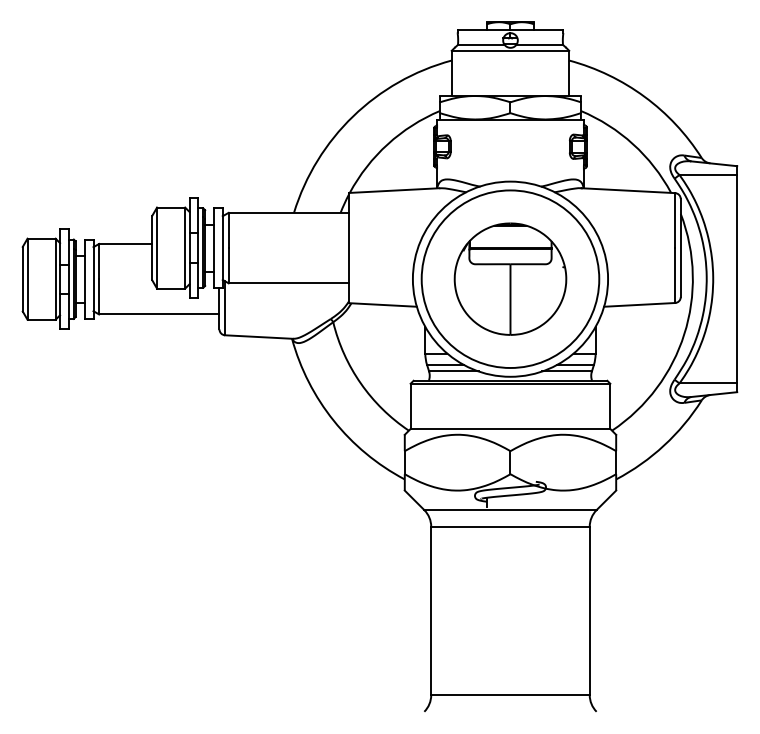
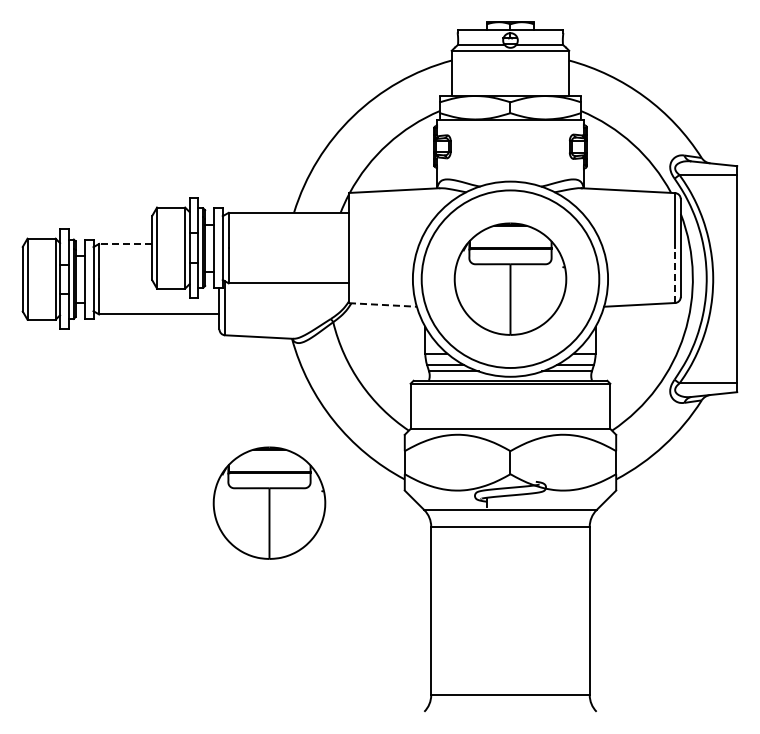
line at (125, 243): solid -> dashed
line at (675, 275): solid -> dashed
line at (382, 304): solid -> dashed
part at (269, 502): none -> present
